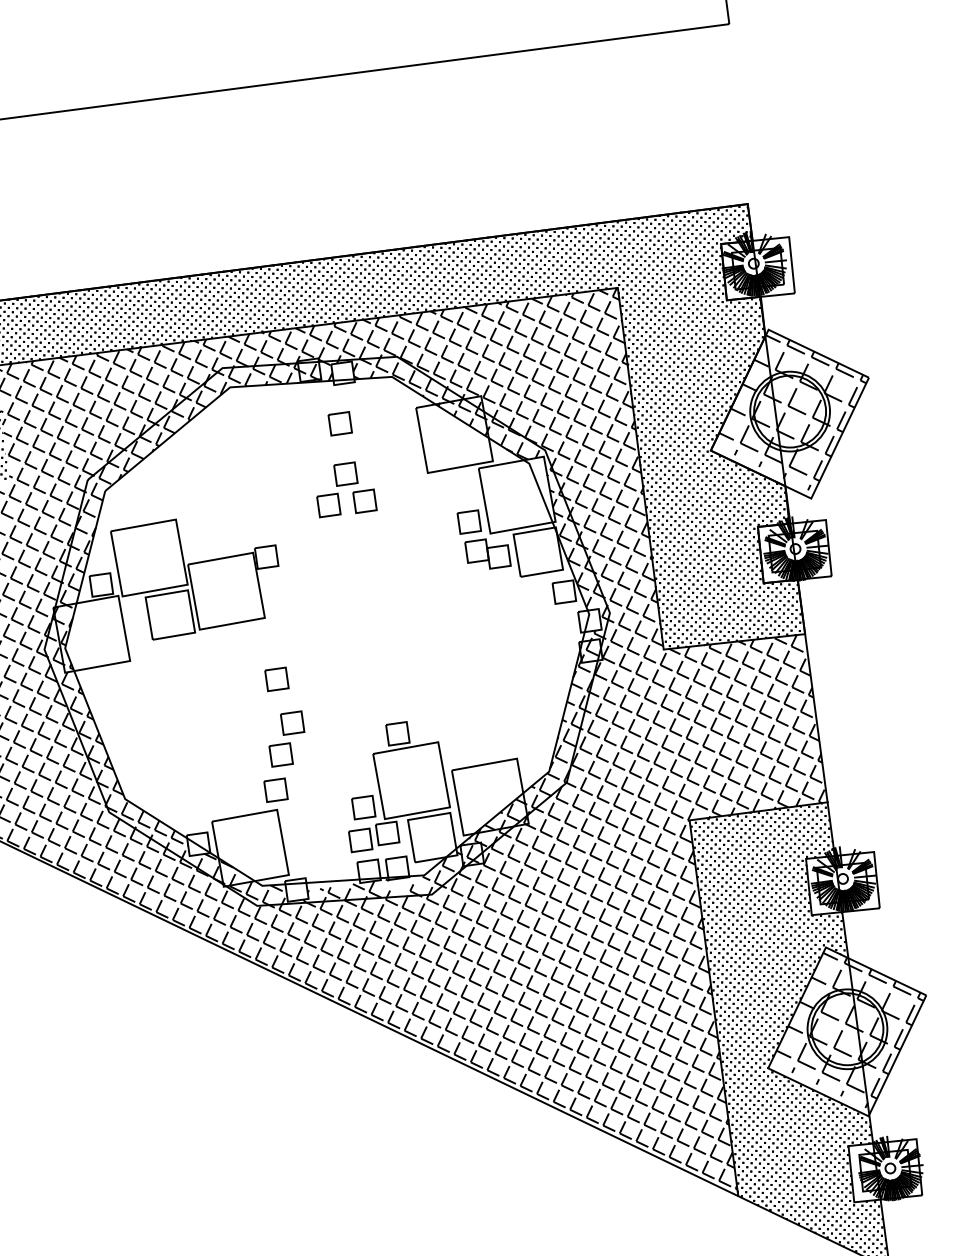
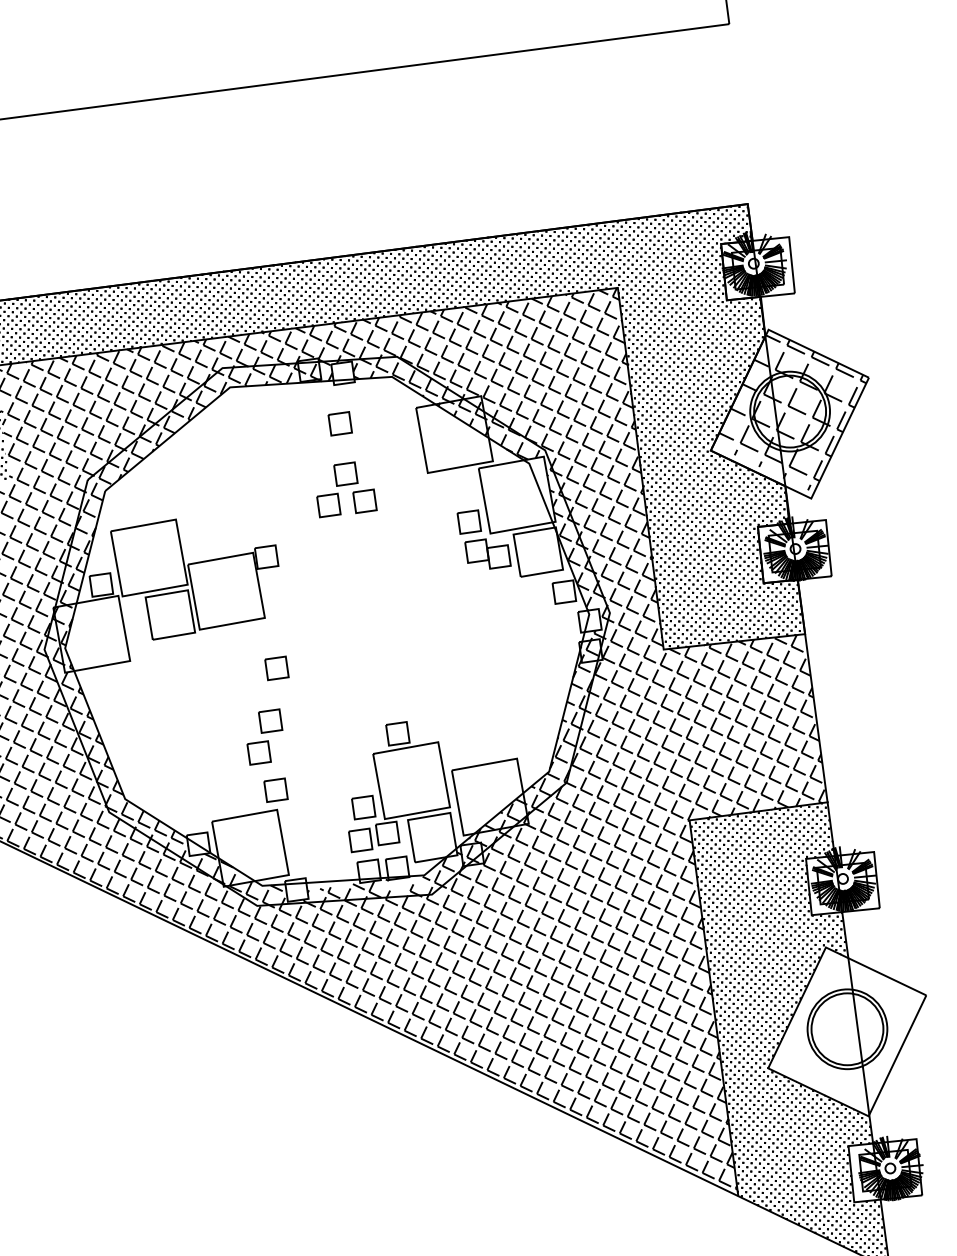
part at (276, 679) position: (276, 679) -> (276, 668)
part at (286, 738) position: (286, 738) -> (264, 736)
hatch at (849, 1029): present -> none
